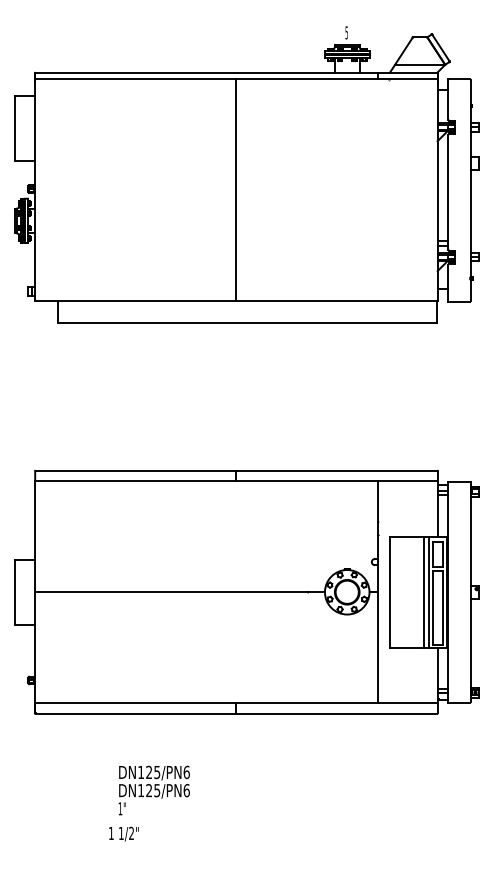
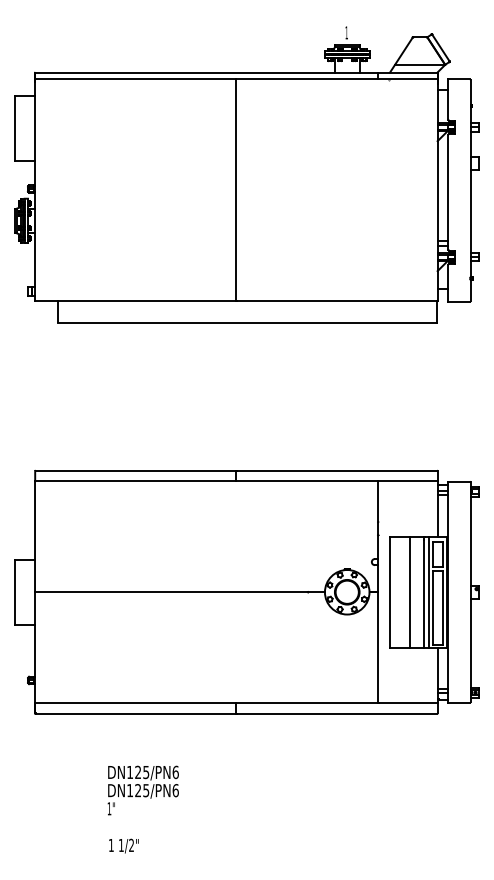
text at (346, 32): 5 -> 1
line at (409, 591): none -> present
text at (153, 790) position: (153, 790) -> (142, 790)
text at (123, 833) position: (123, 833) -> (123, 845)
